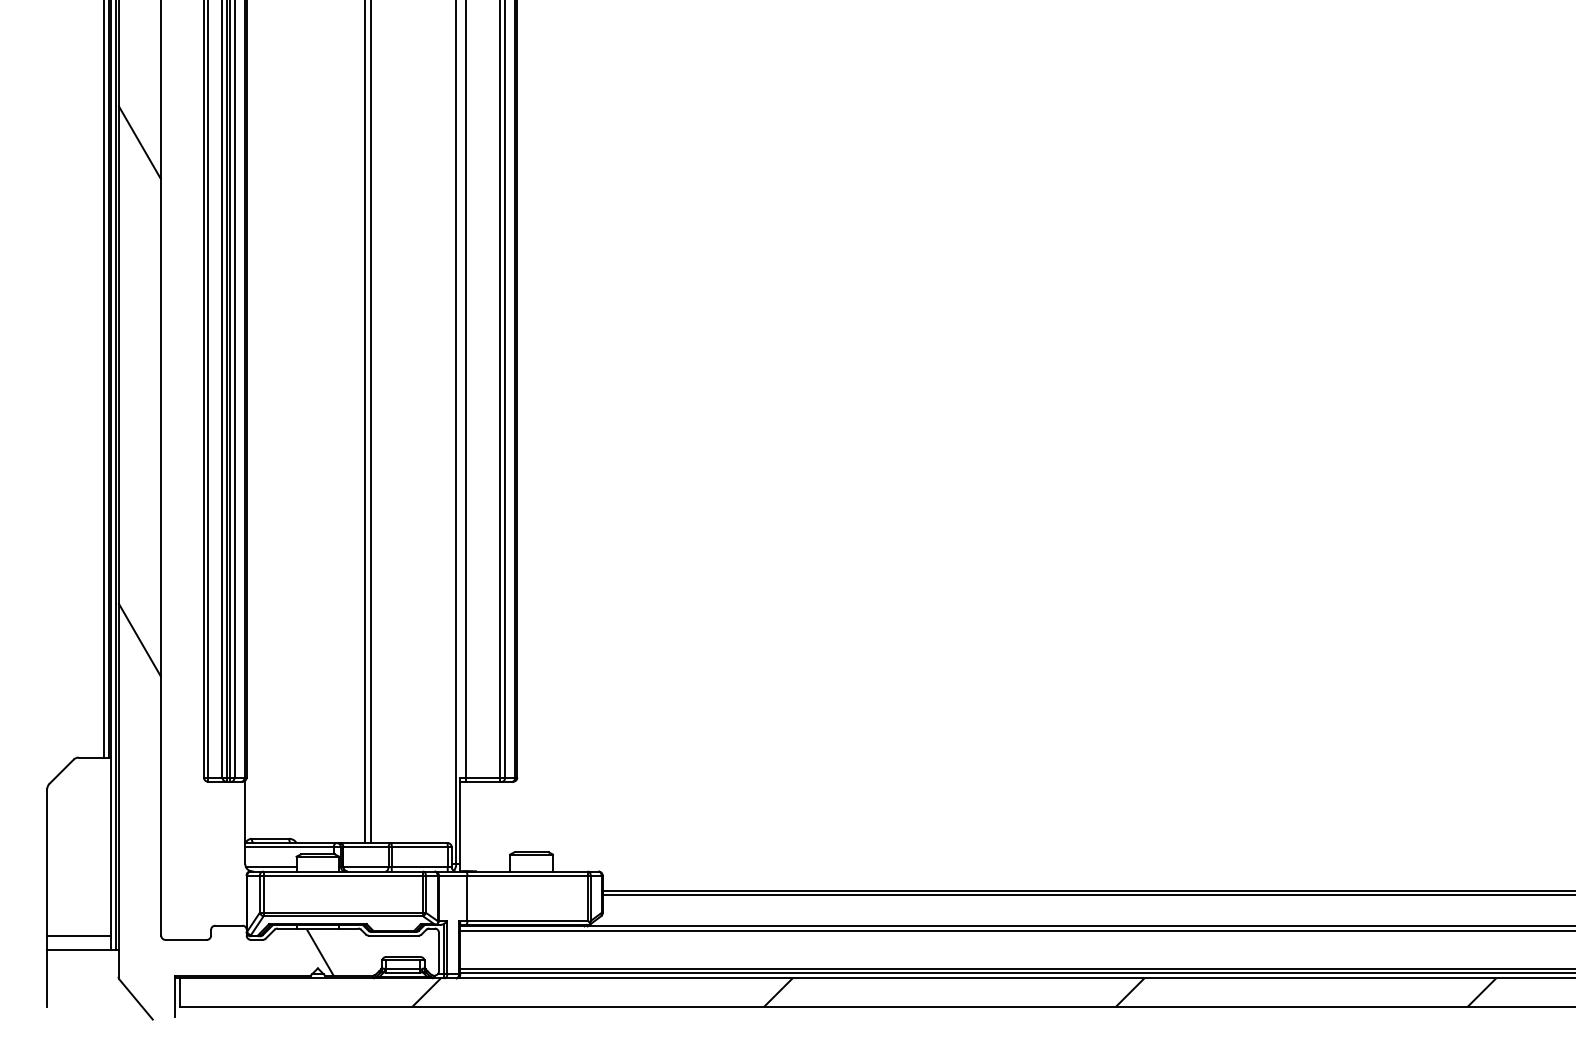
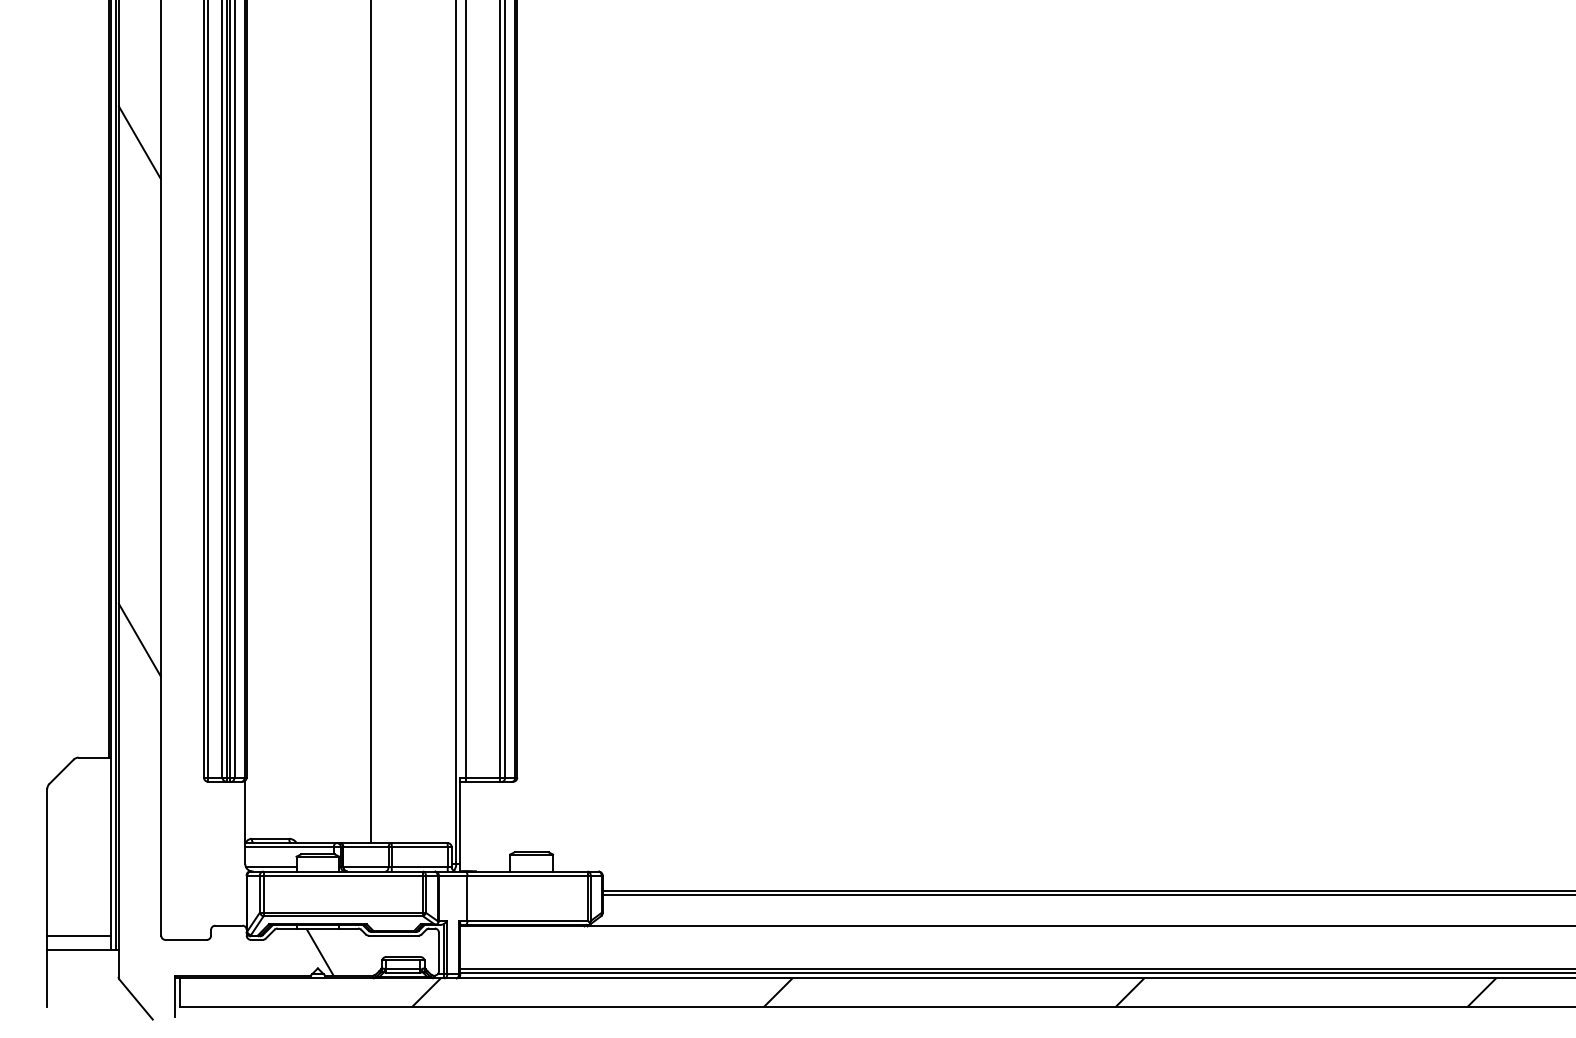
line at (104, 379): present -> none
line at (365, 422): present -> none
line at (1016, 930): present -> none
